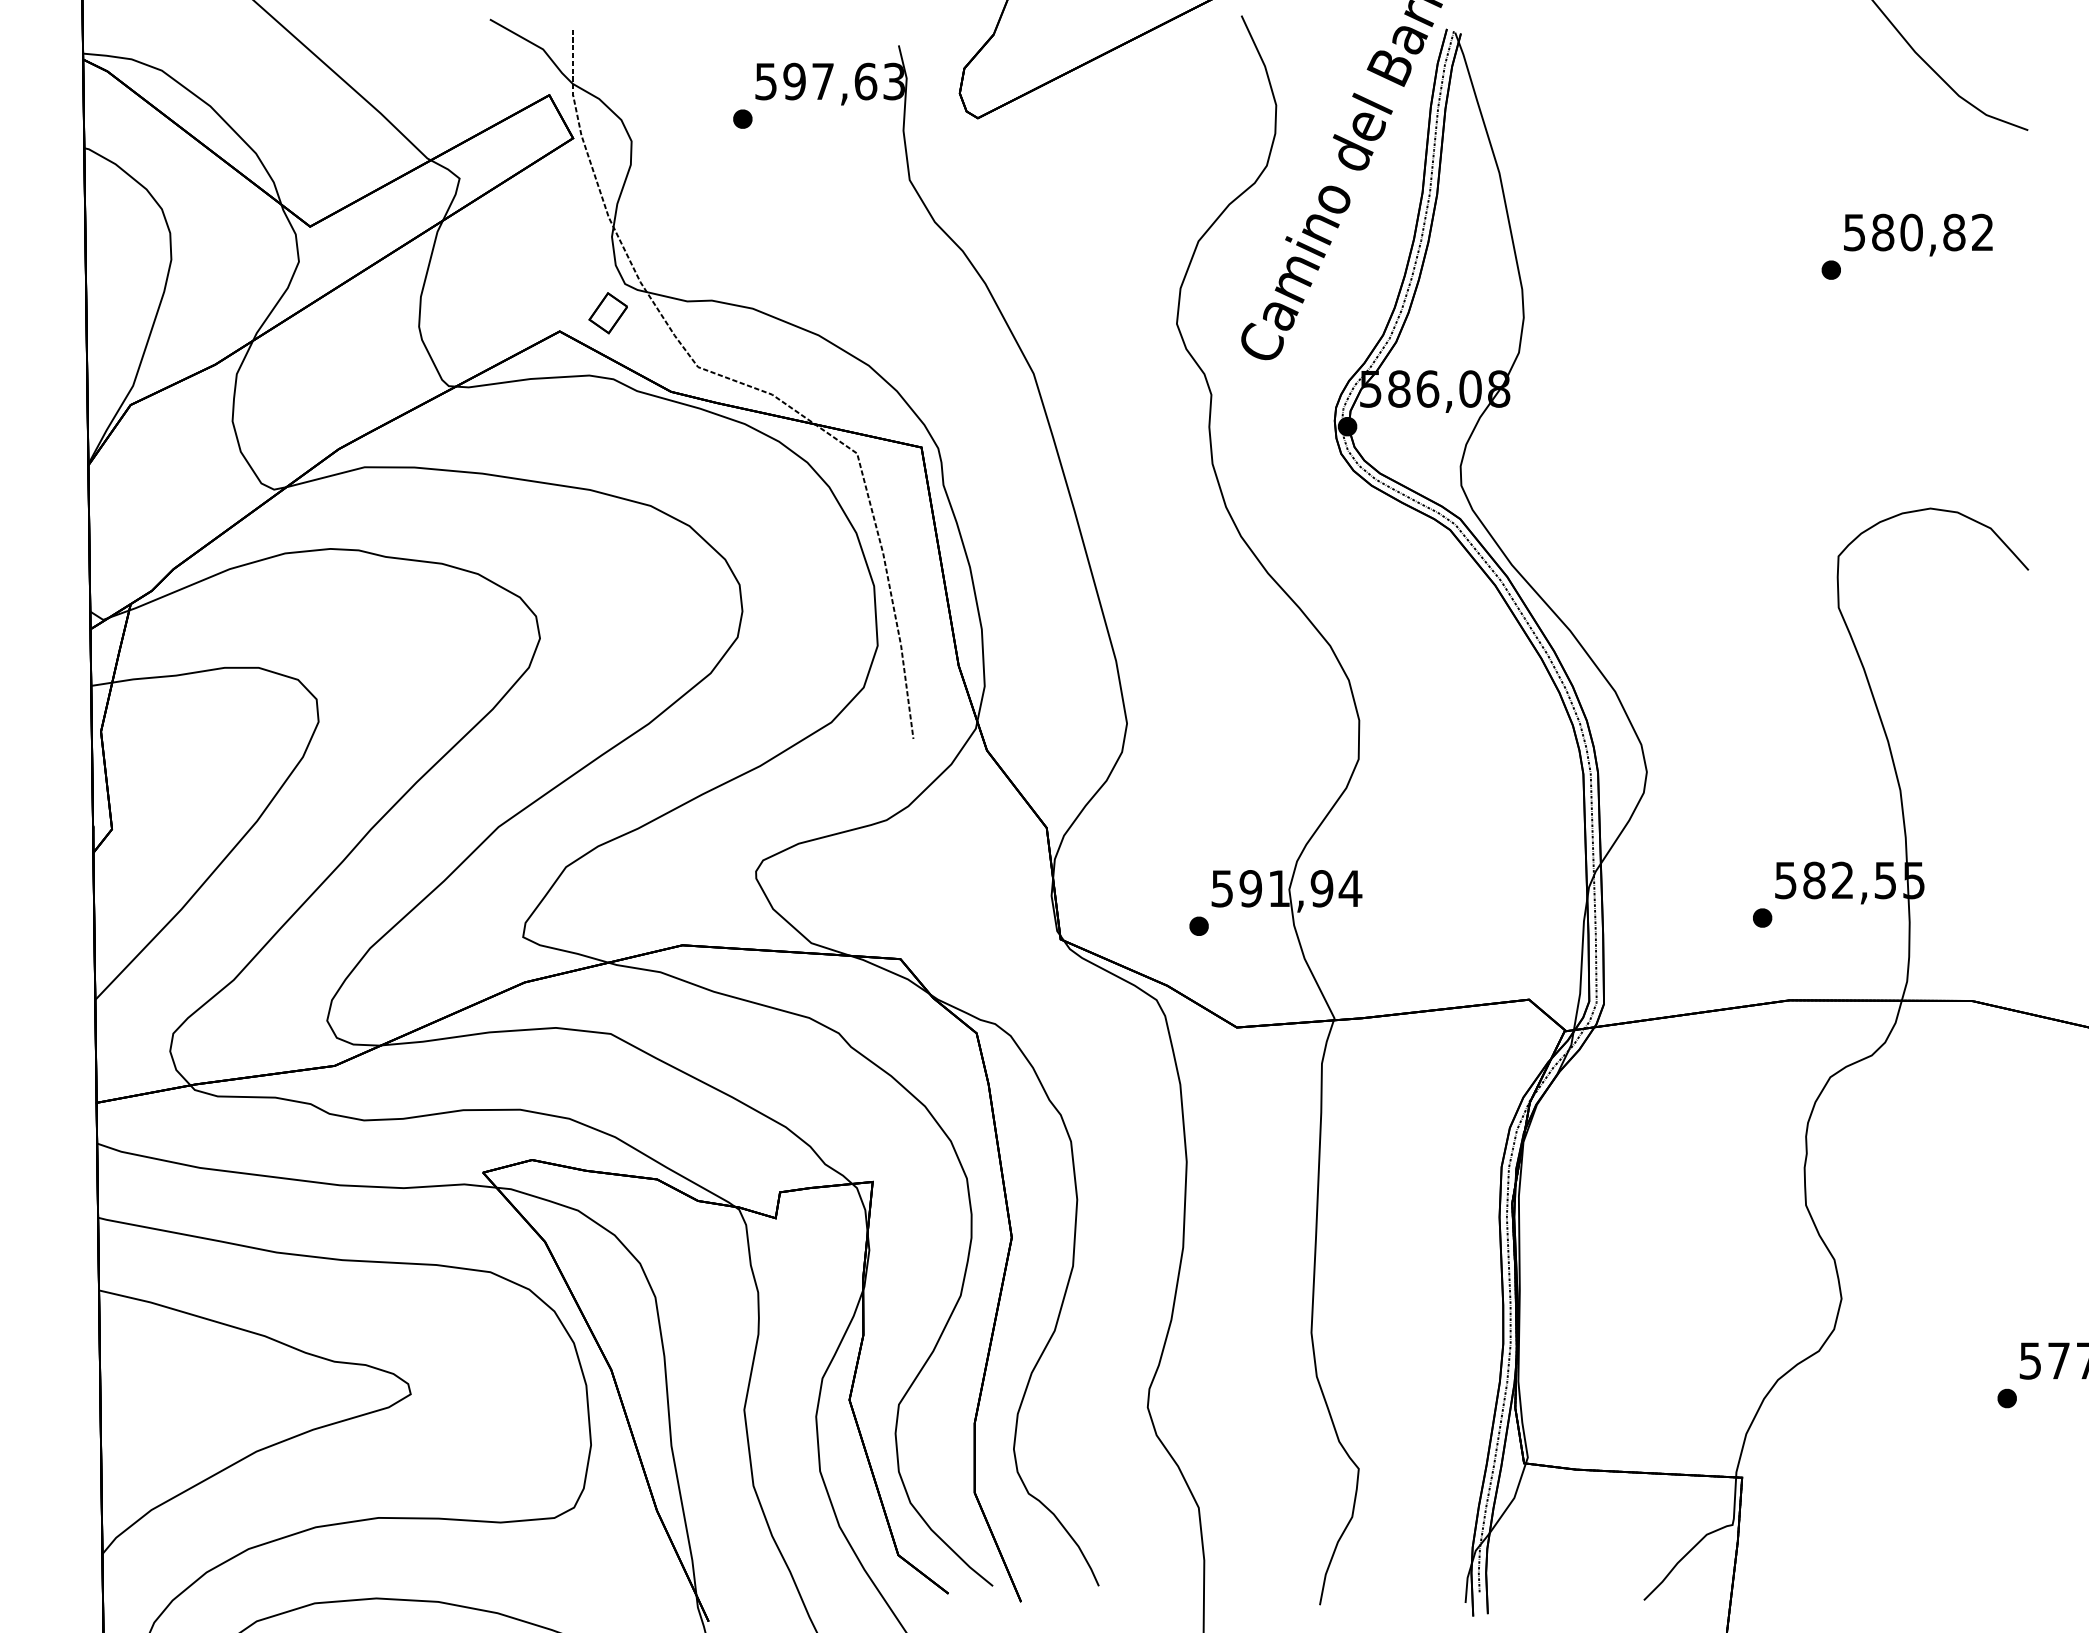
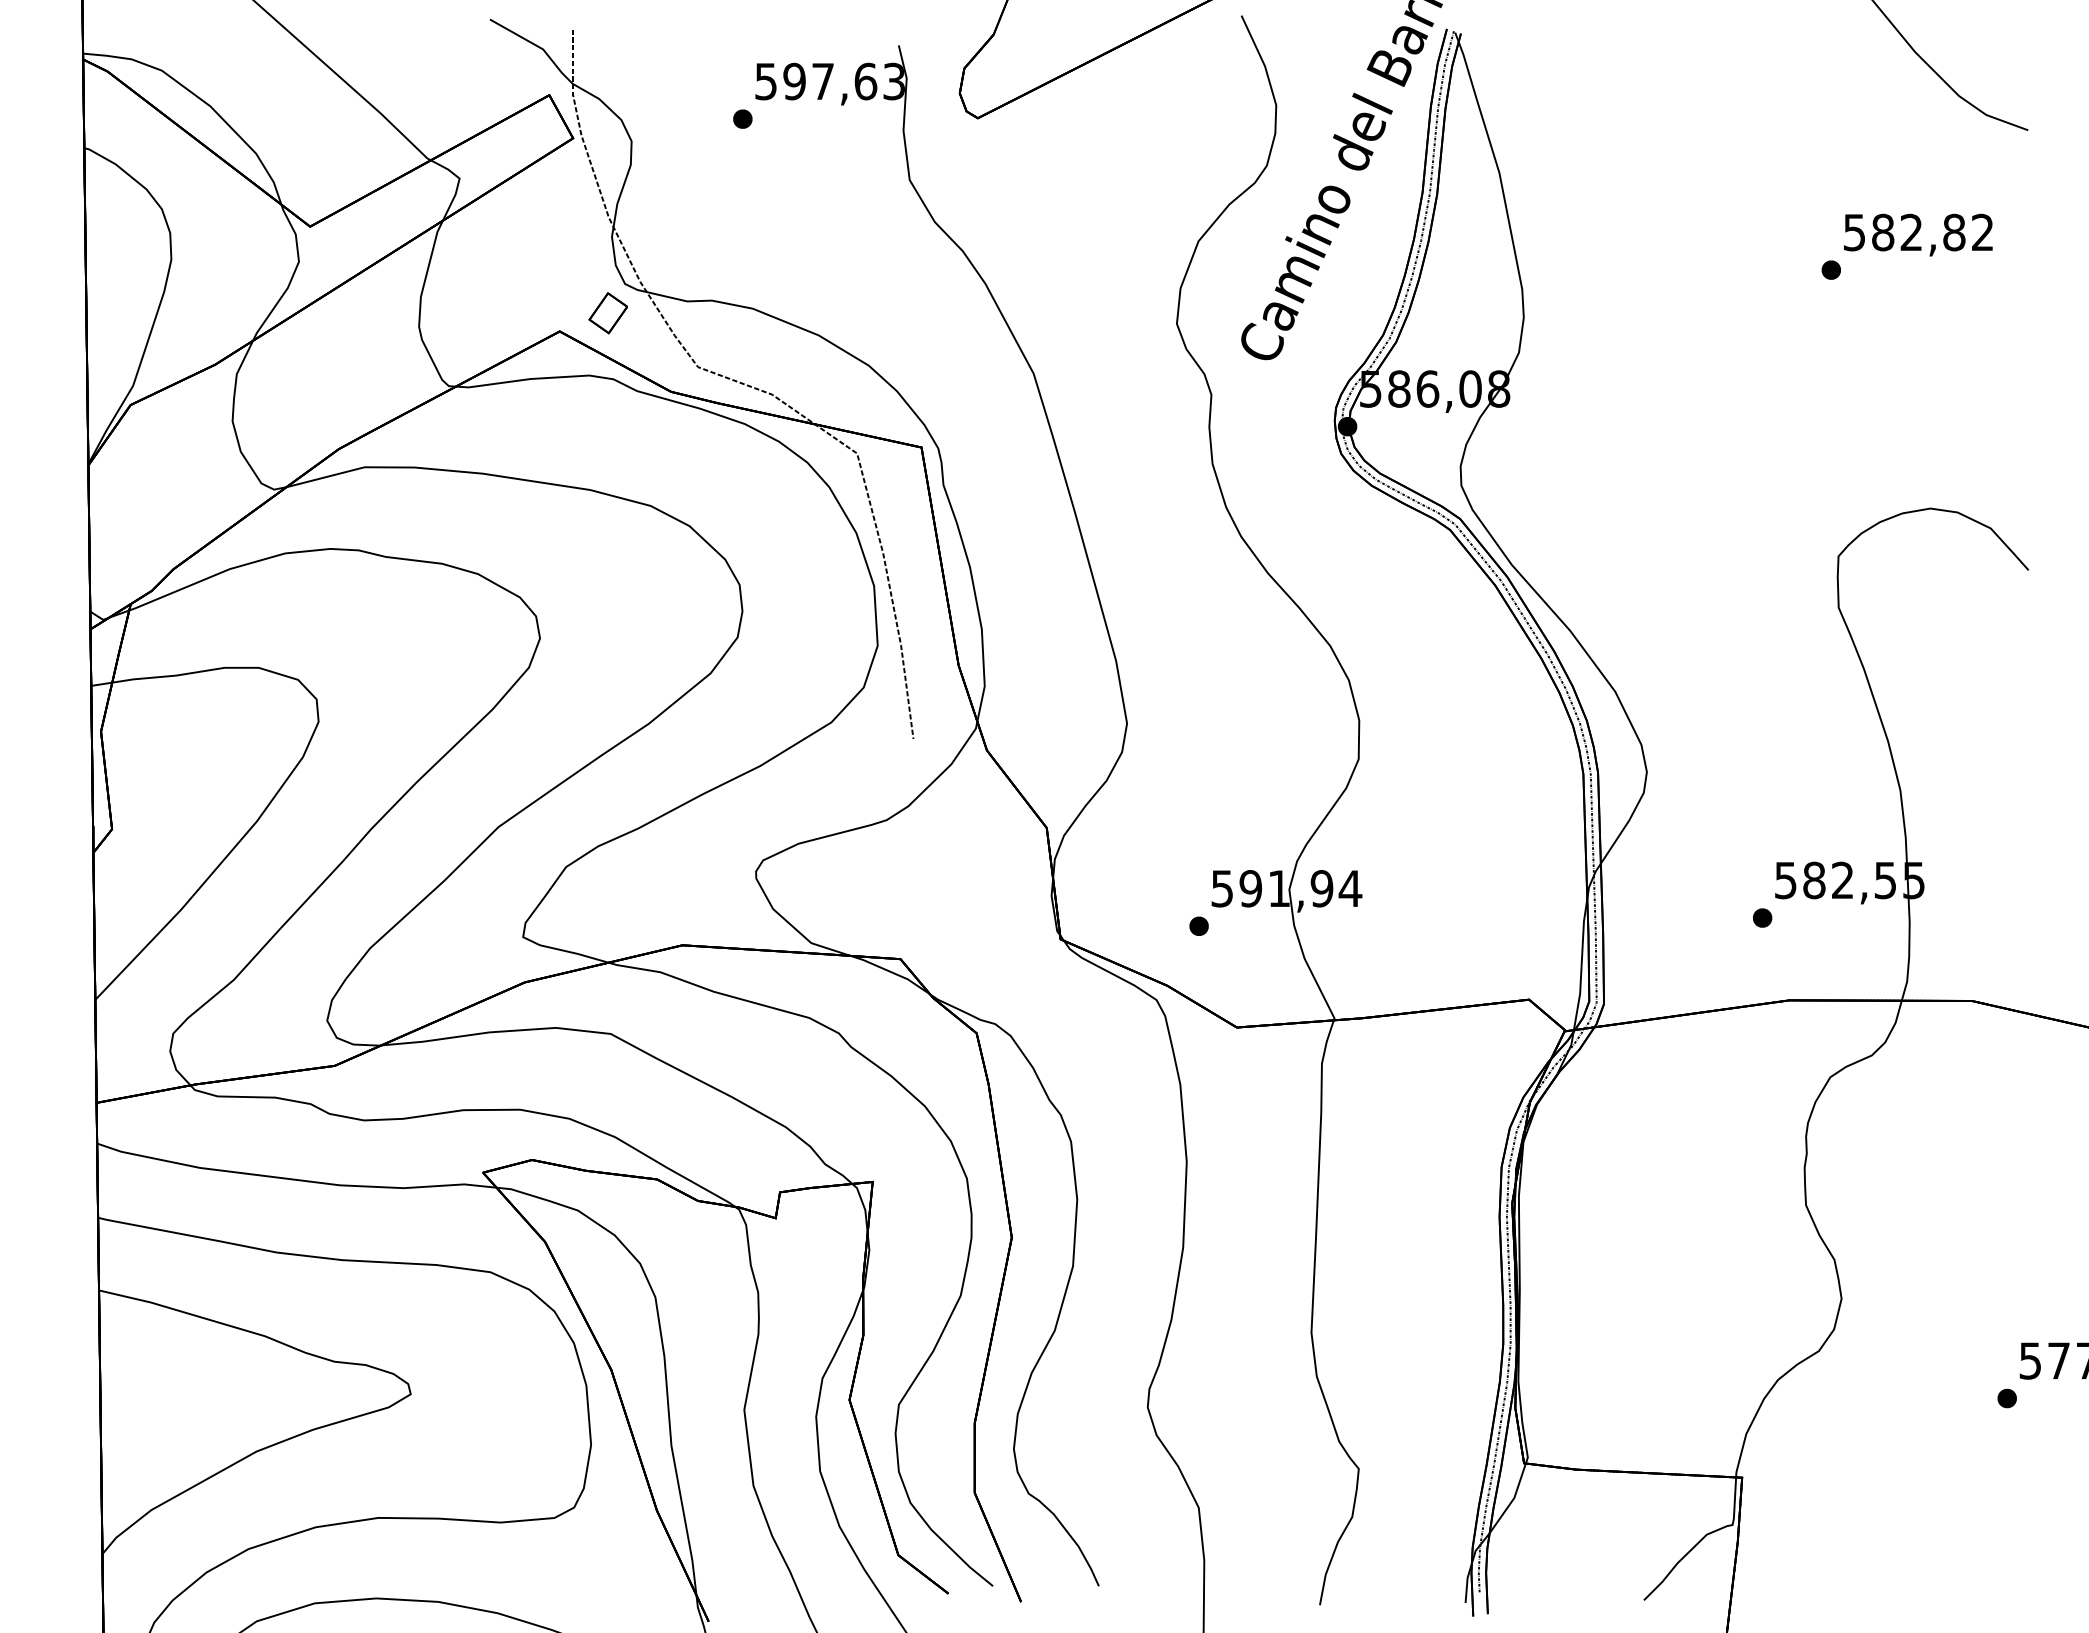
text at (1911, 232): 580,82 -> 582,82
